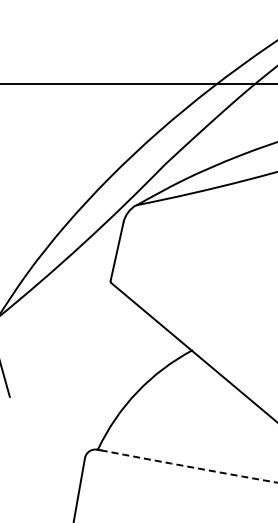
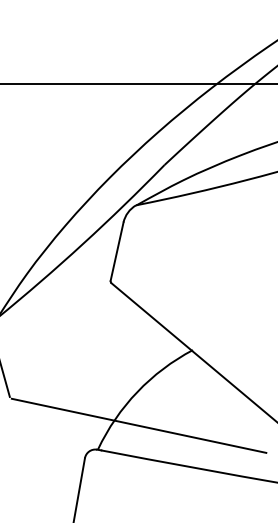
line at (138, 425): none -> present
arc at (190, 467): dashed -> solid
